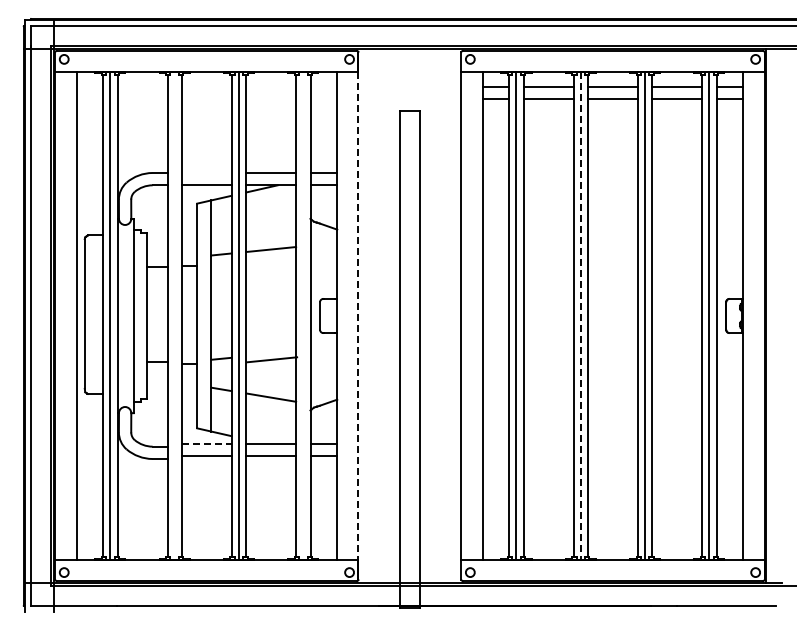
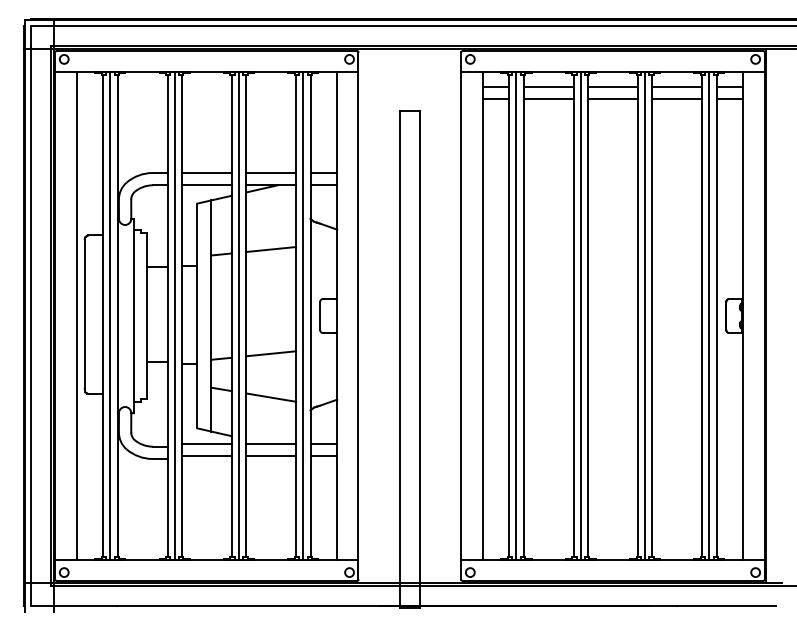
line at (206, 172): none -> present
line at (174, 315): none -> present
line at (303, 315): none -> present
line at (580, 315): dashed -> solid
line at (358, 316): dashed -> solid
line at (272, 359) position: (272, 359) -> (271, 353)
line at (206, 443): dashed -> solid
